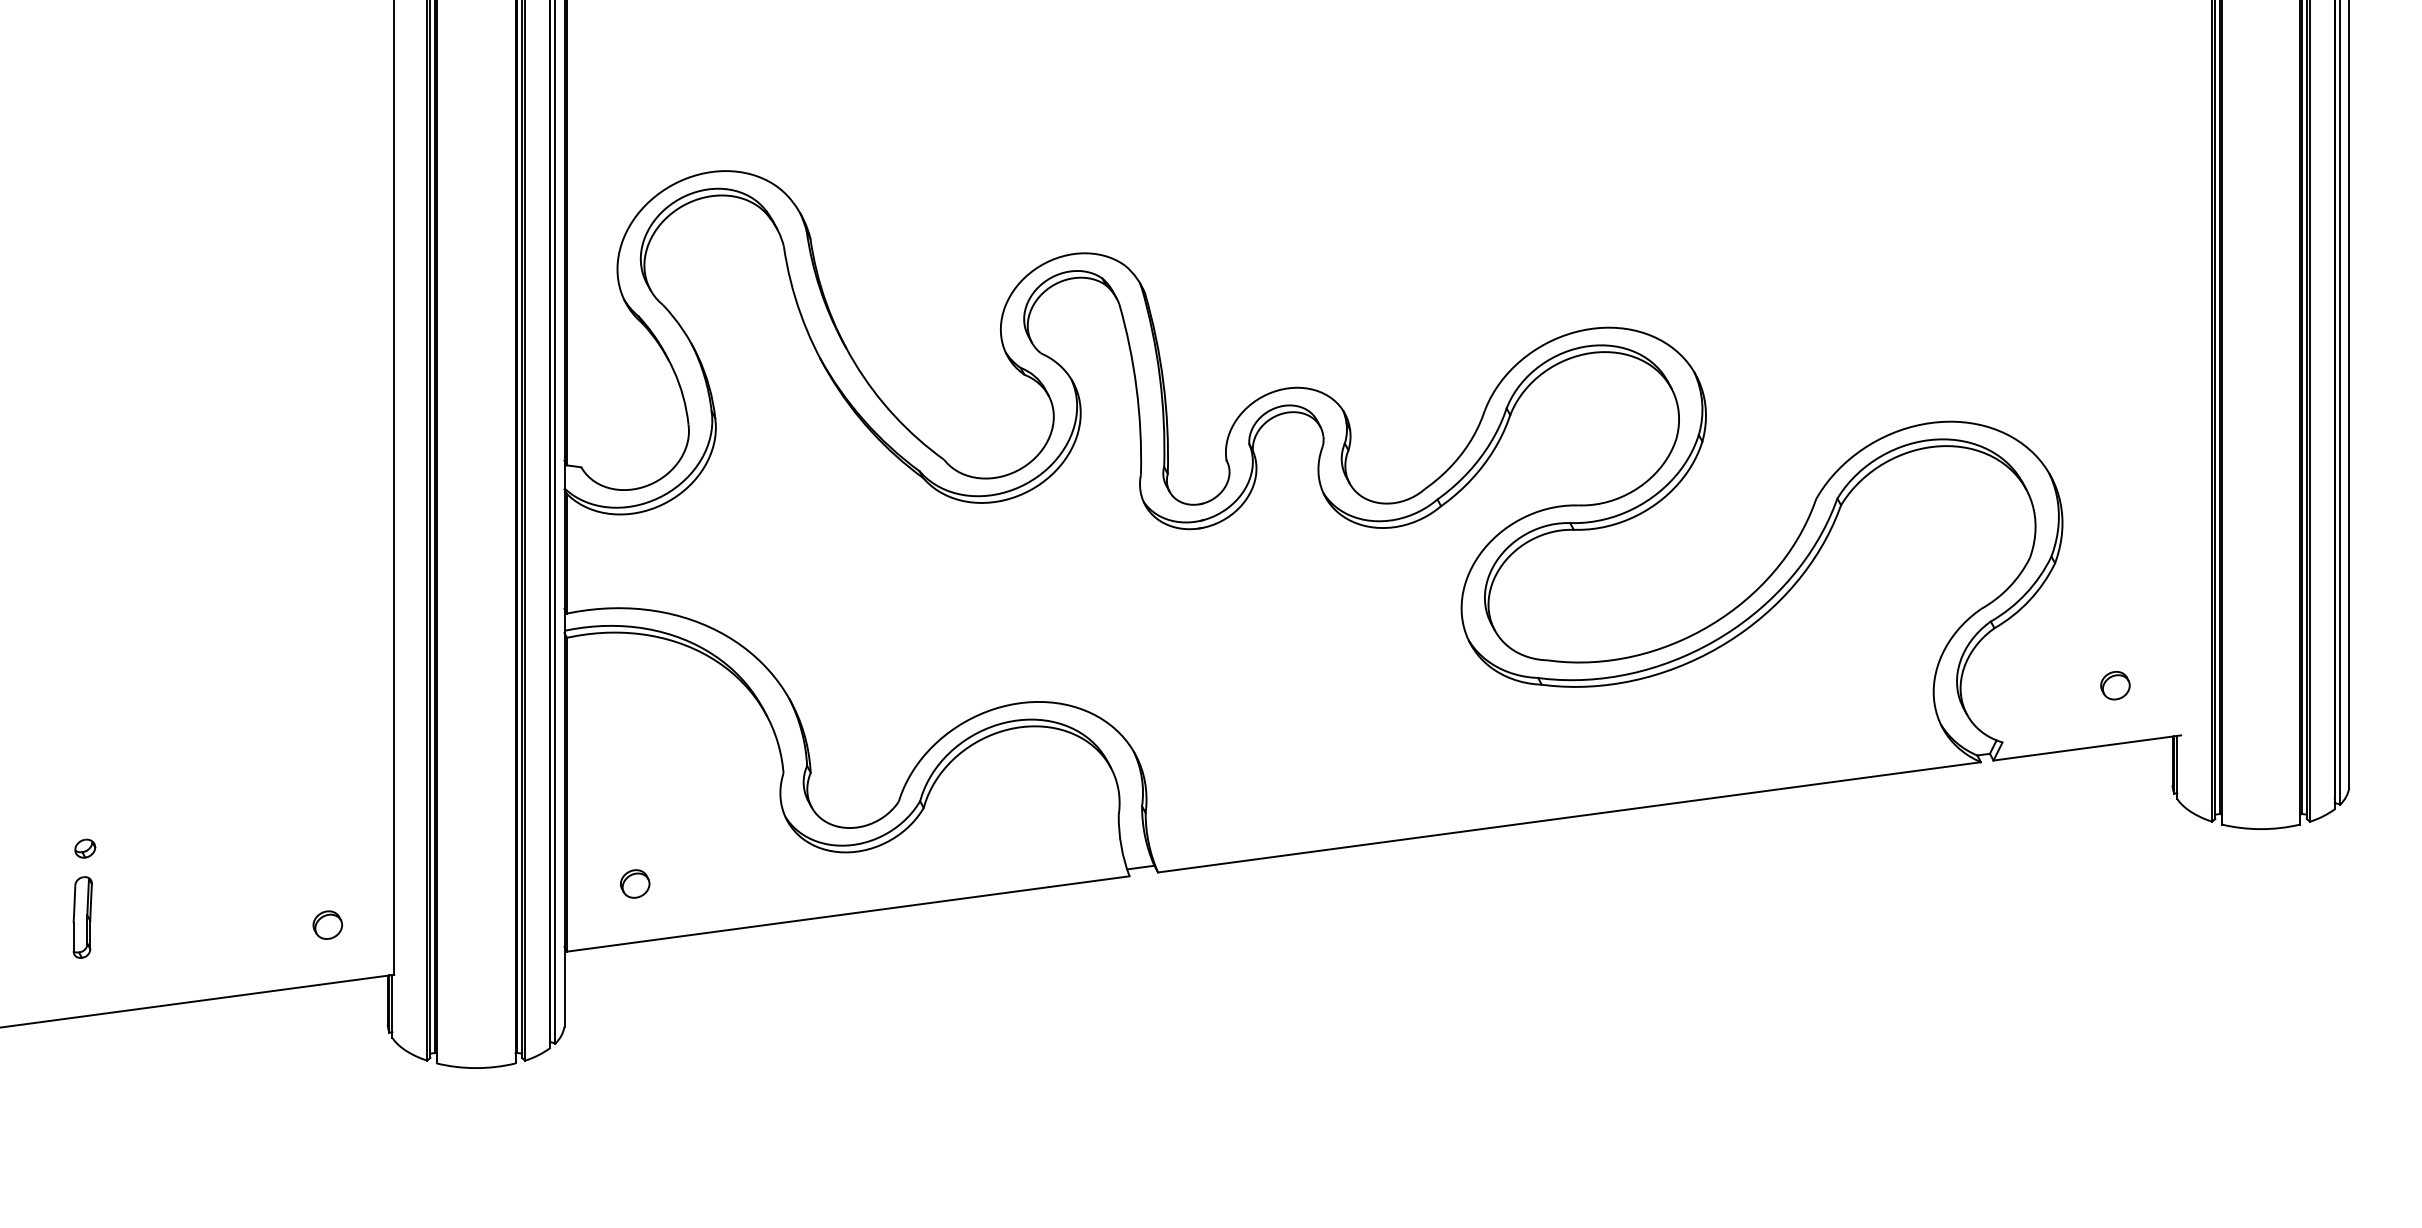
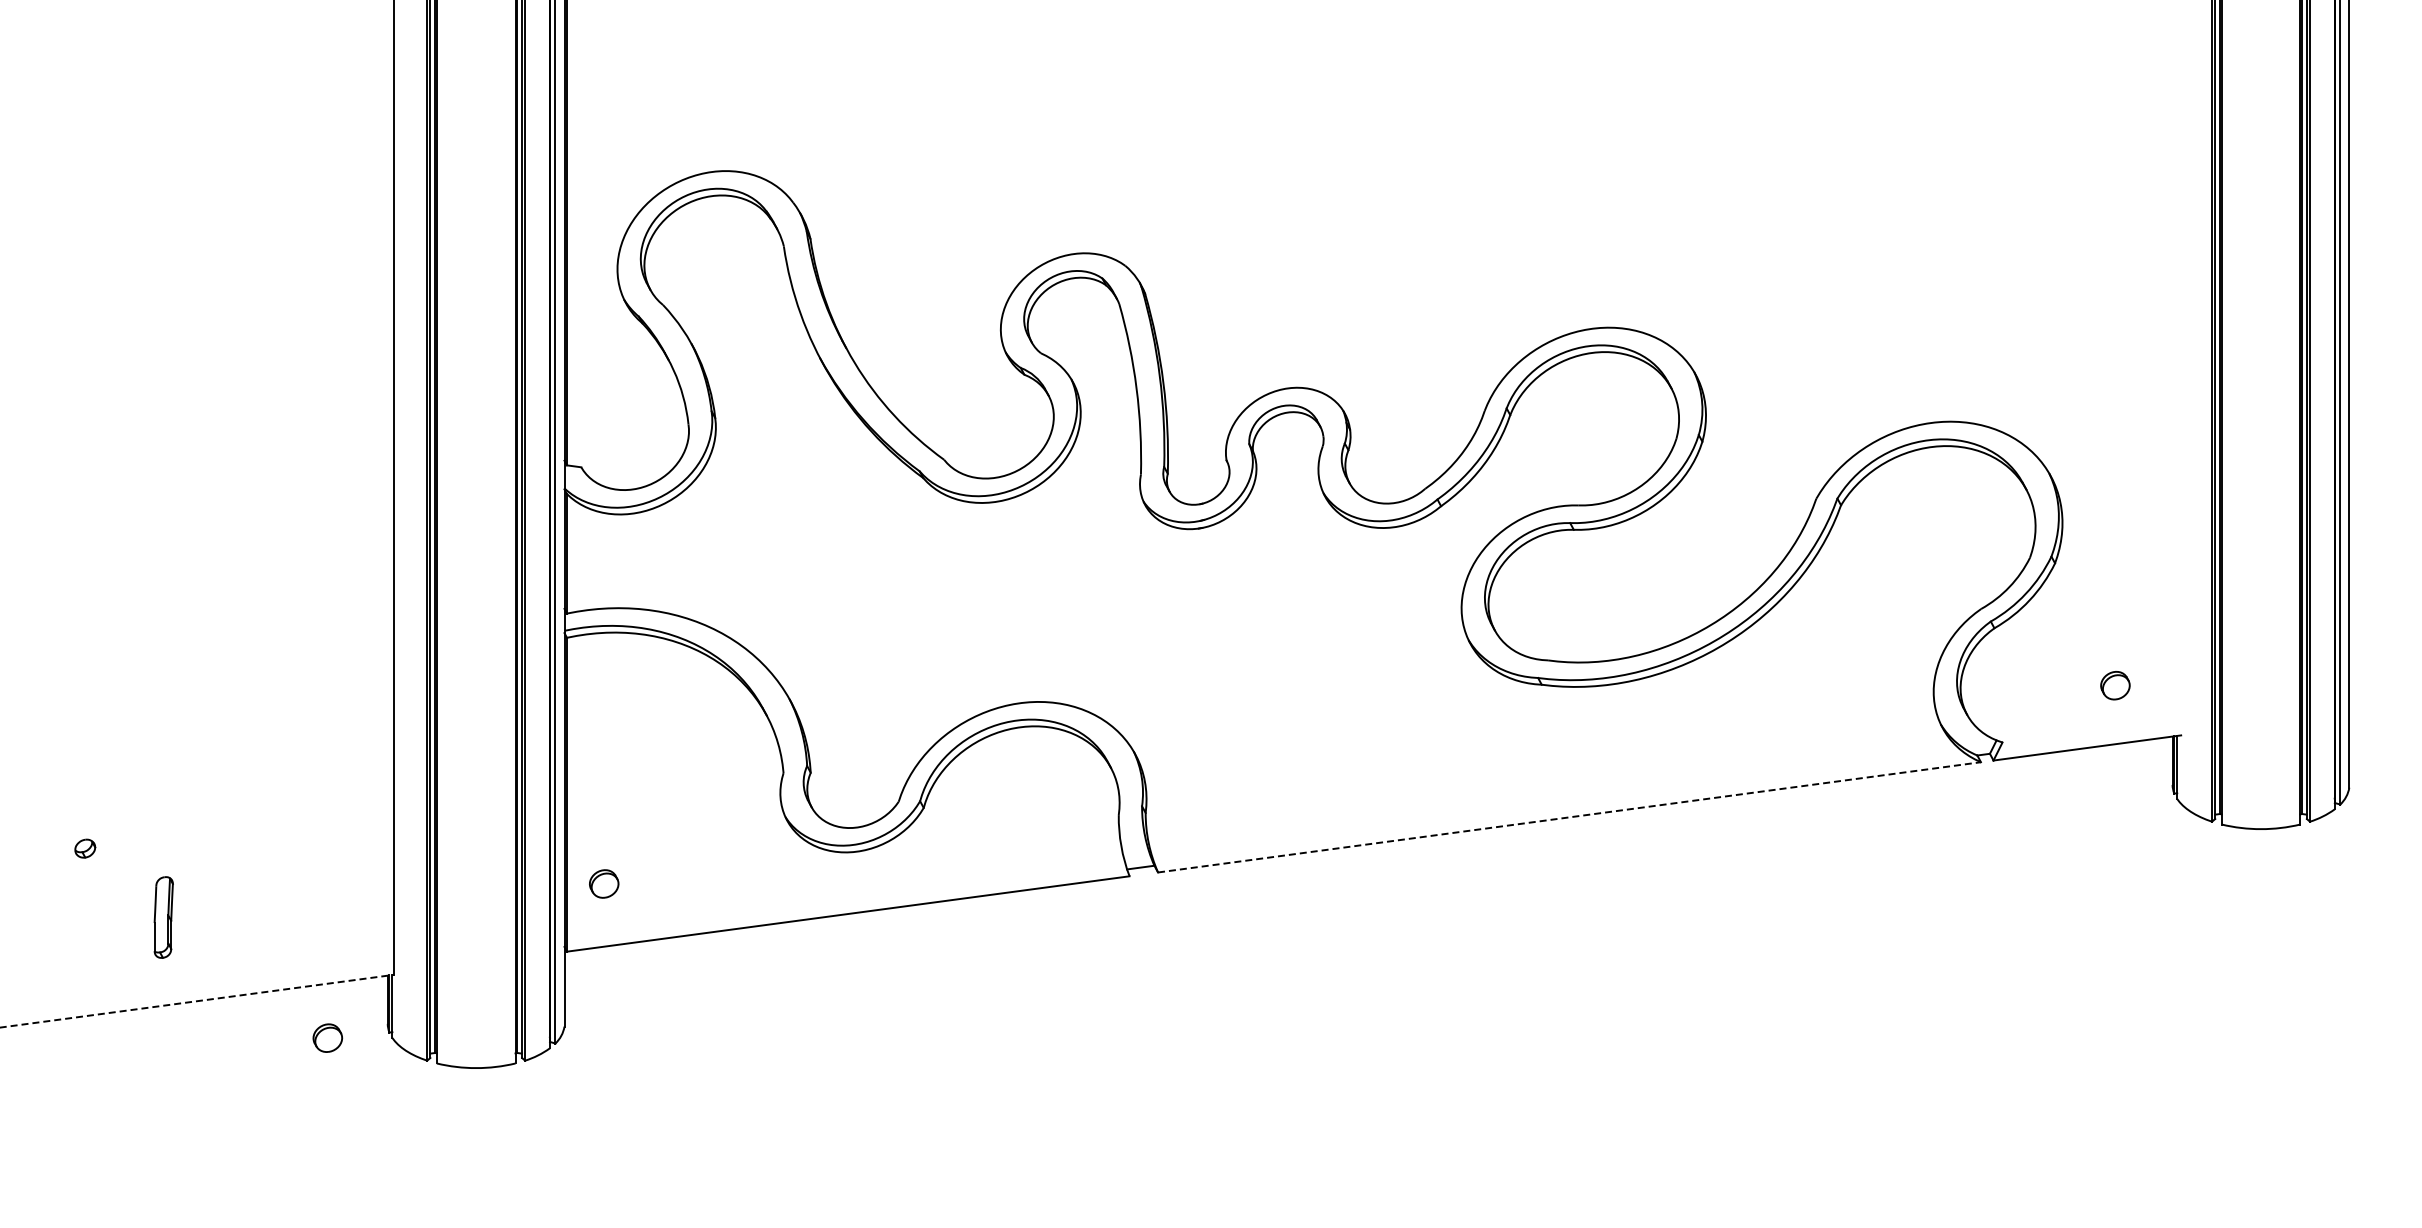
line at (1570, 817): solid -> dashed
part at (635, 883) position: (635, 883) -> (604, 883)
part at (82, 917) position: (82, 917) -> (163, 917)
part at (327, 924) position: (327, 924) -> (327, 1037)
line at (198, 1001): solid -> dashed
